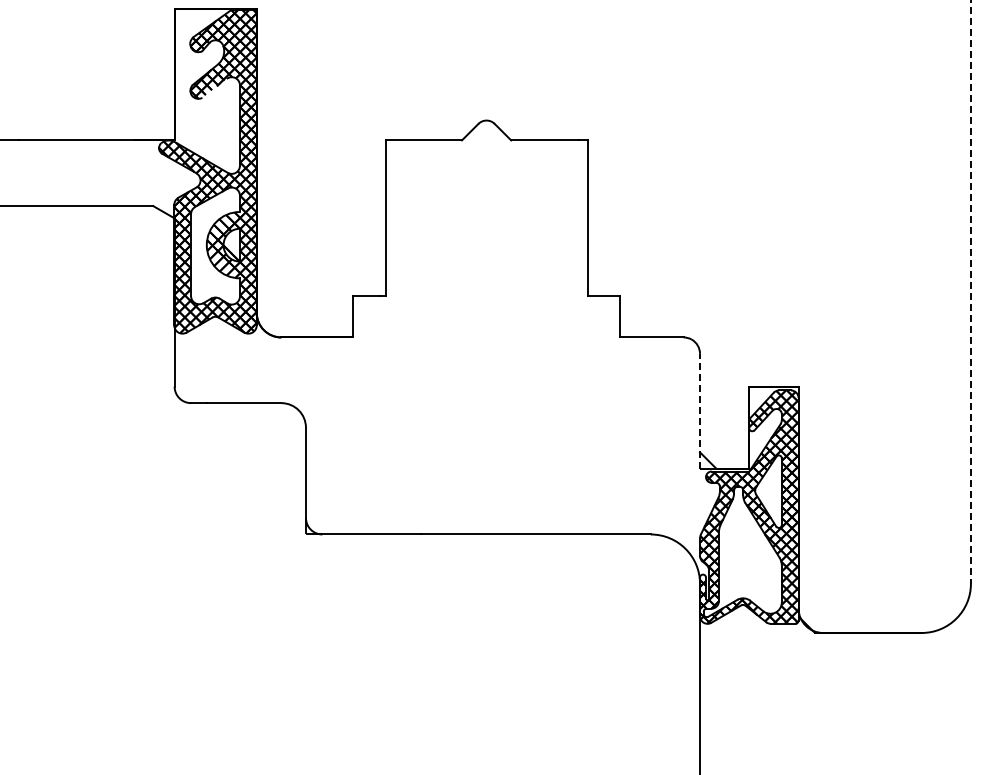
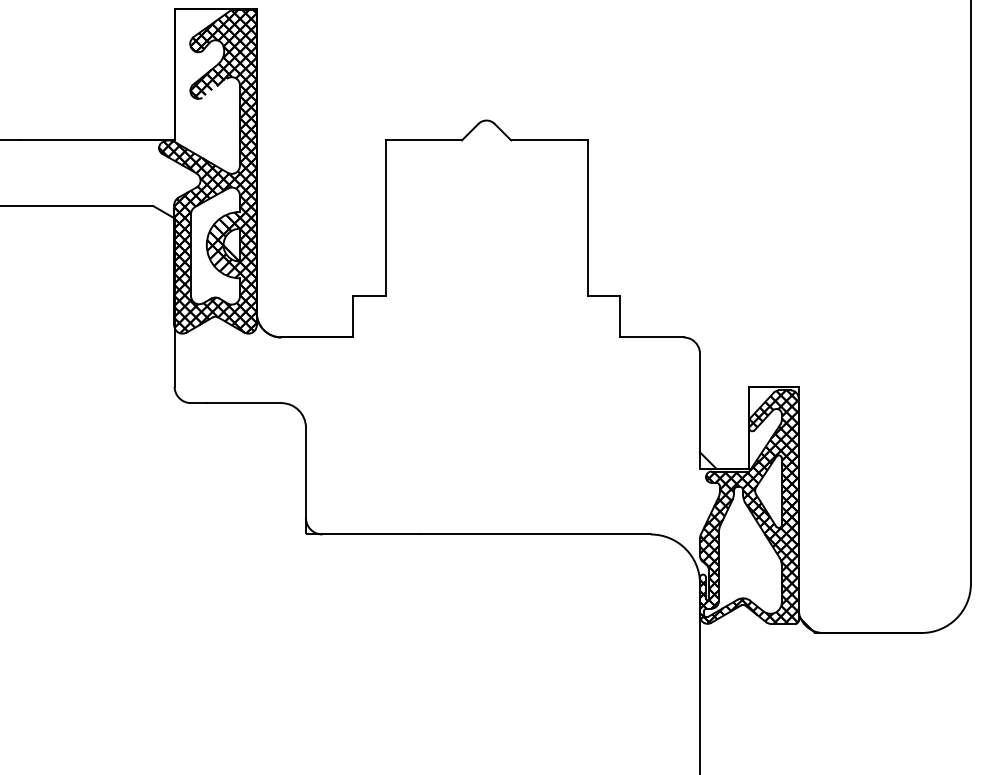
line at (970, 291): dashed -> solid
line at (700, 410): dashed -> solid
